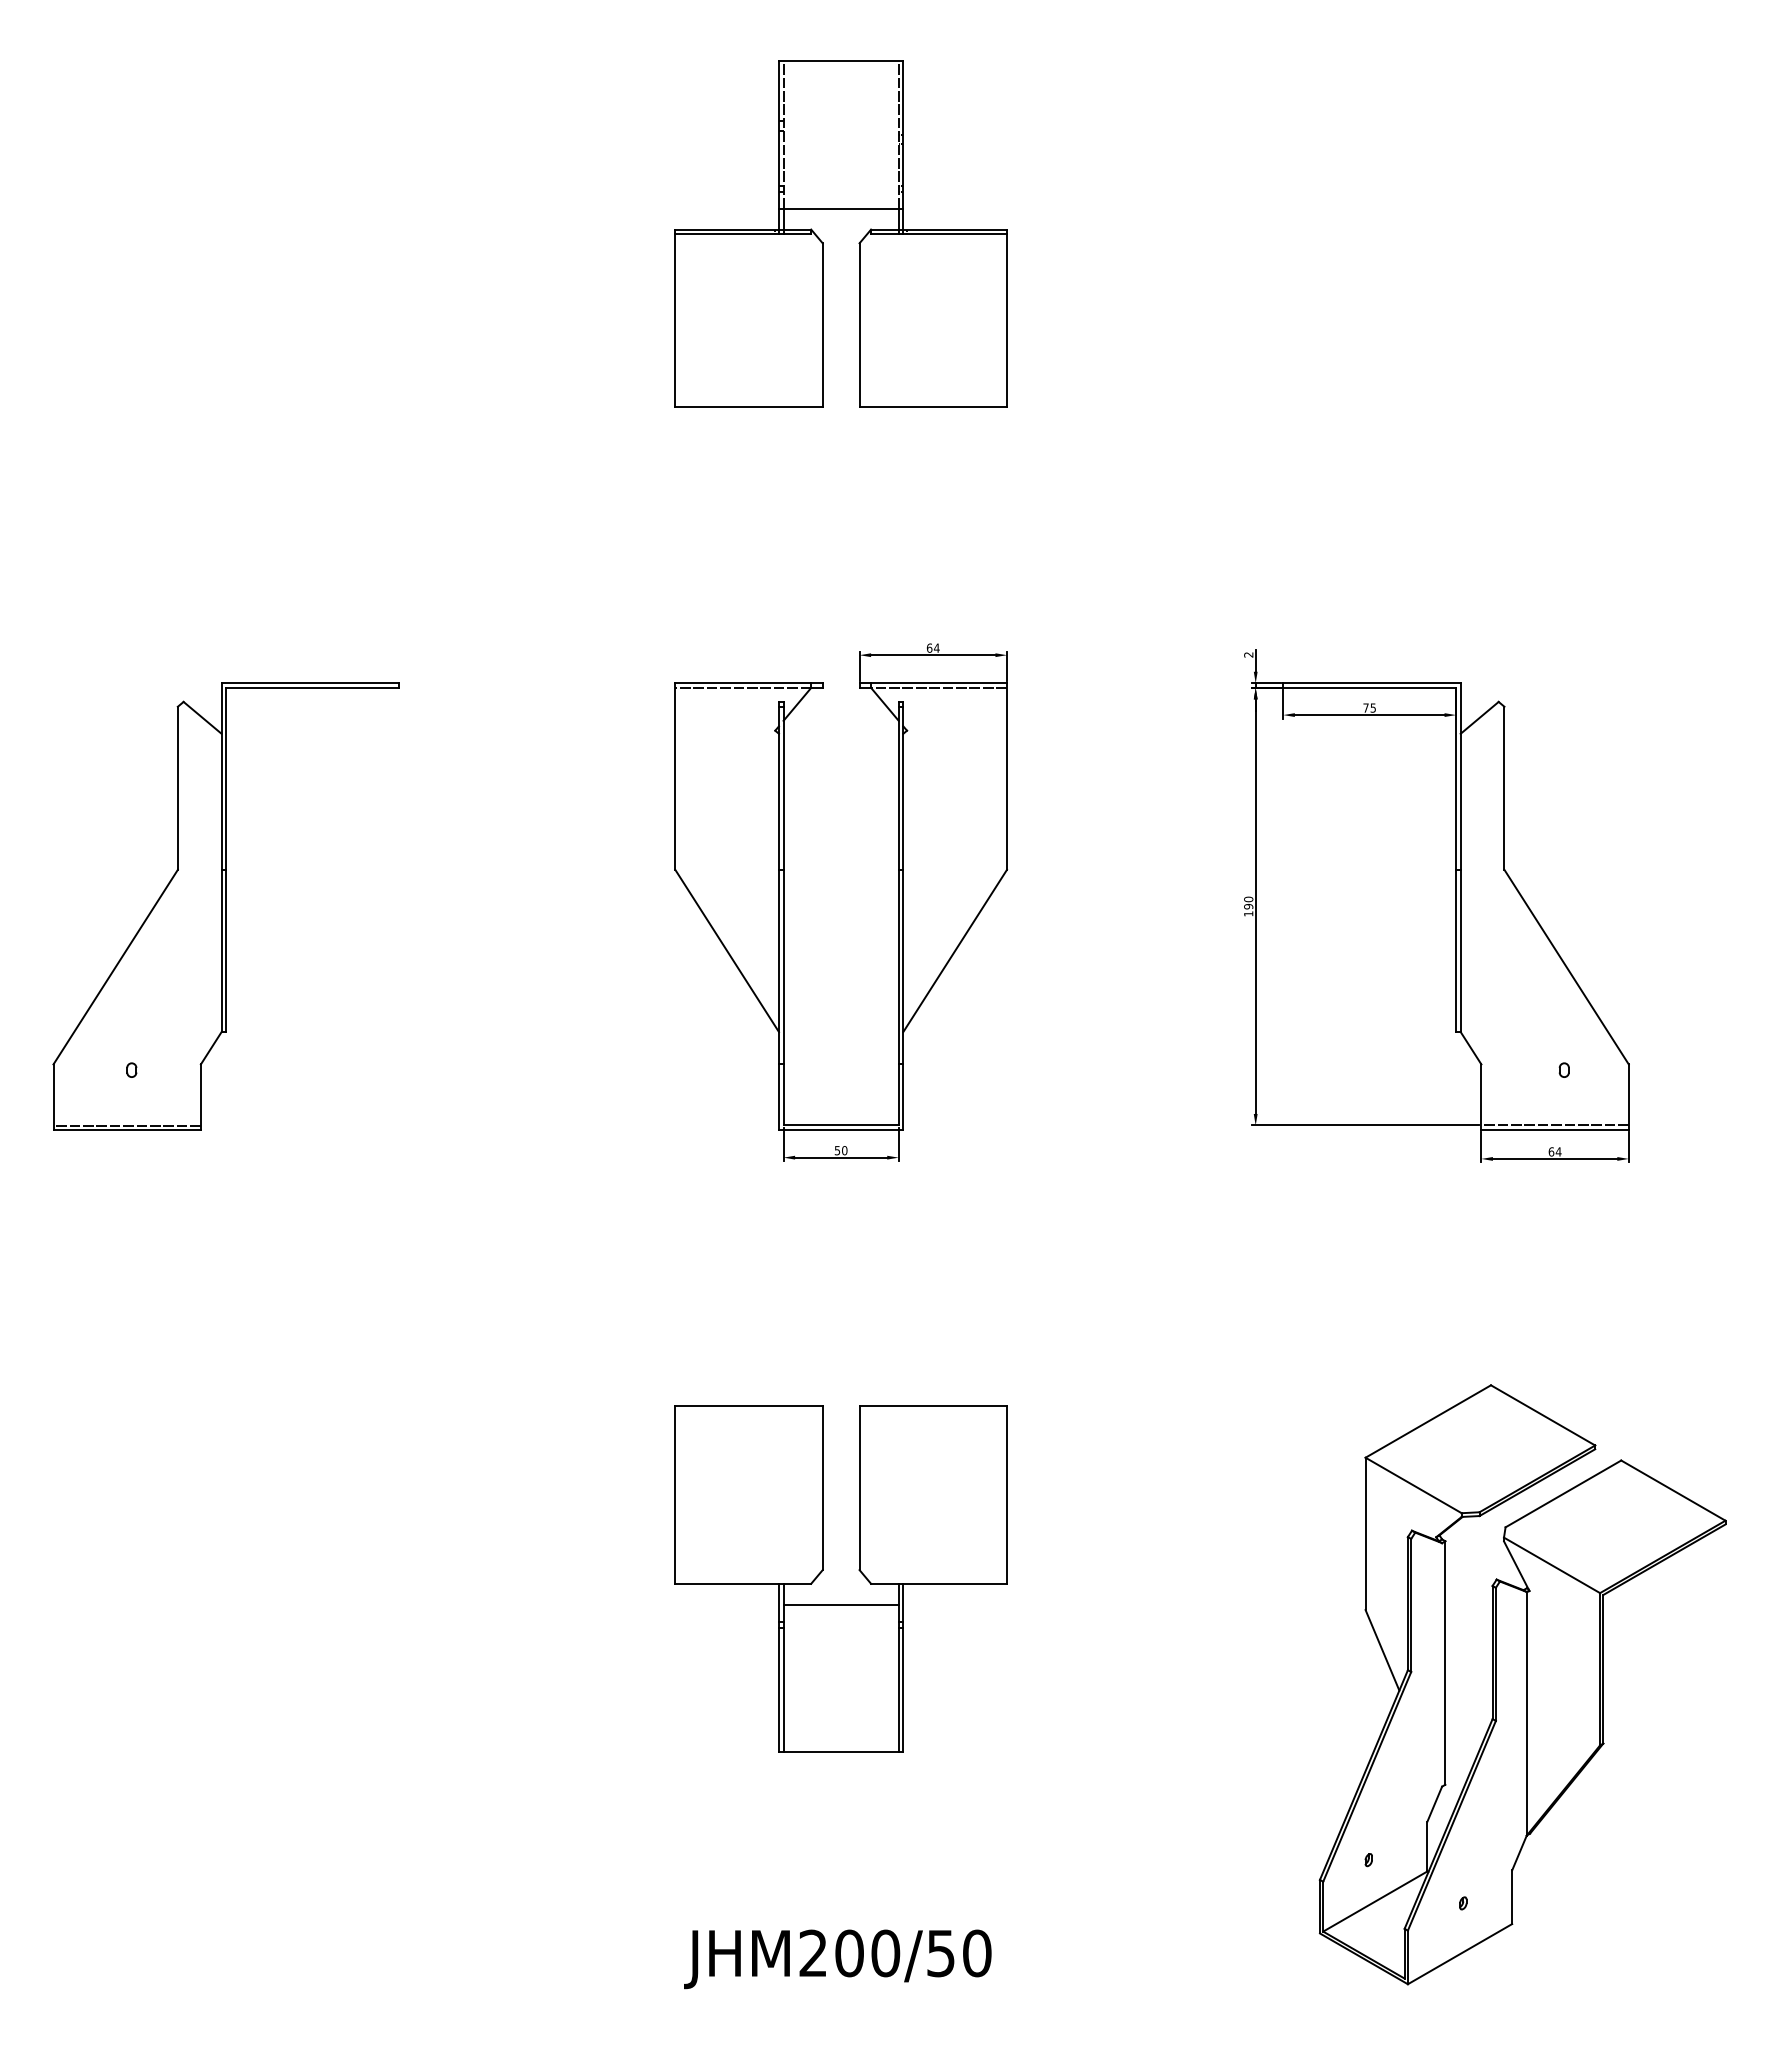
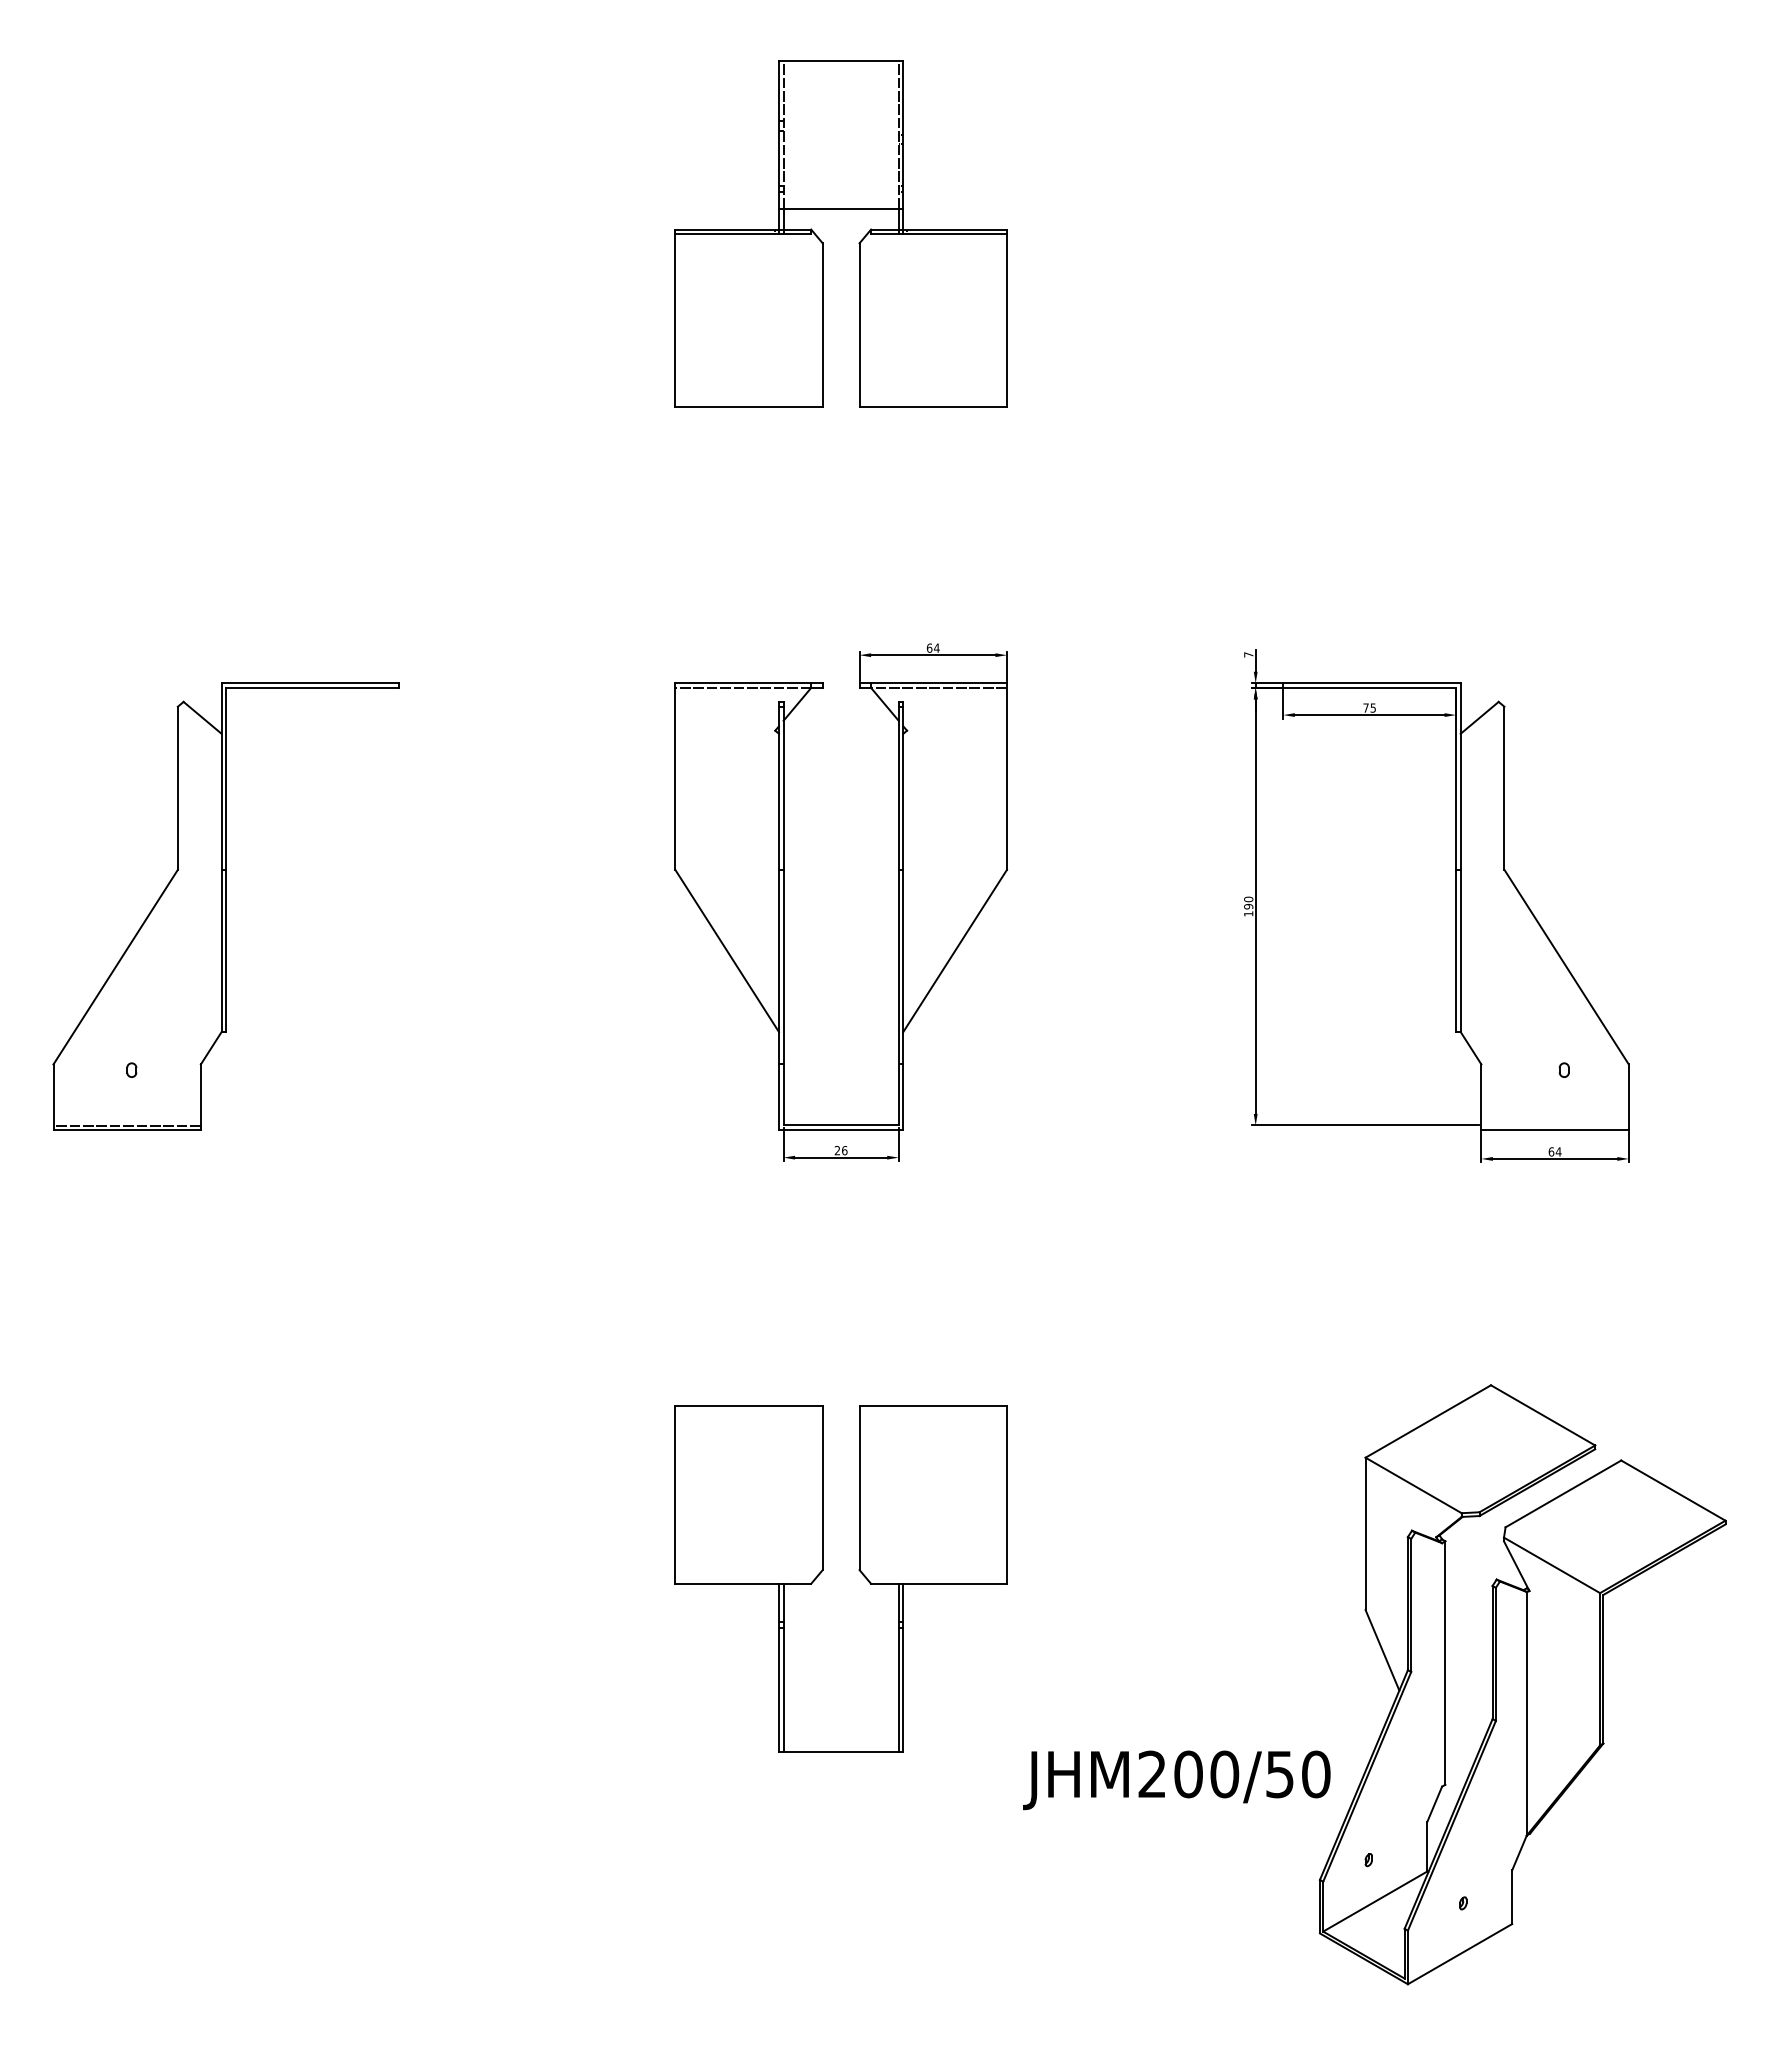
text at (1248, 654): 2 -> 7
line at (1554, 1125): present -> none
text at (840, 1150): 50 -> 26
line at (840, 1604): present -> none
text at (837, 1959) position: (837, 1959) -> (1176, 1780)
